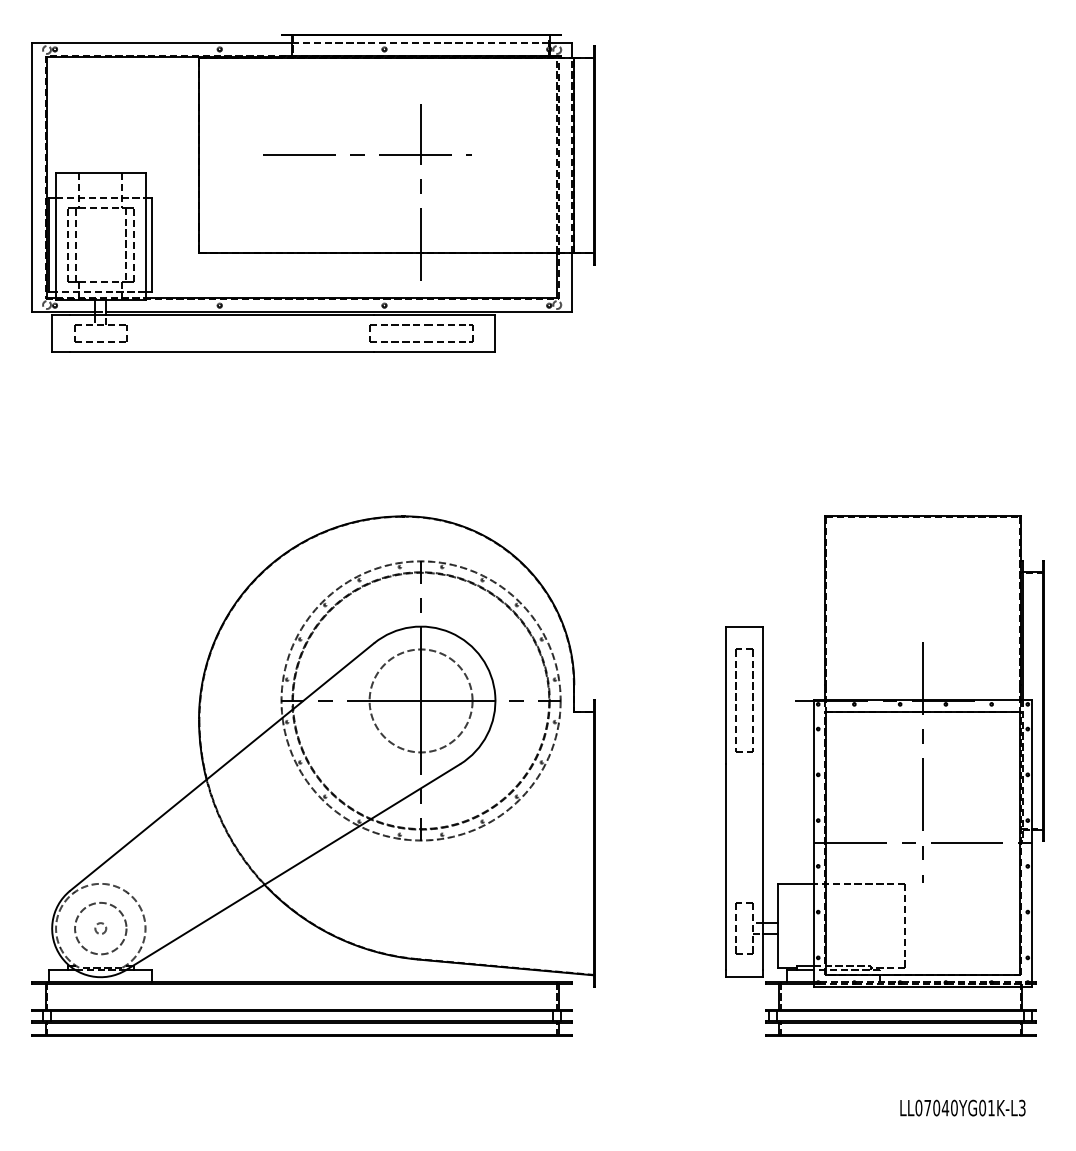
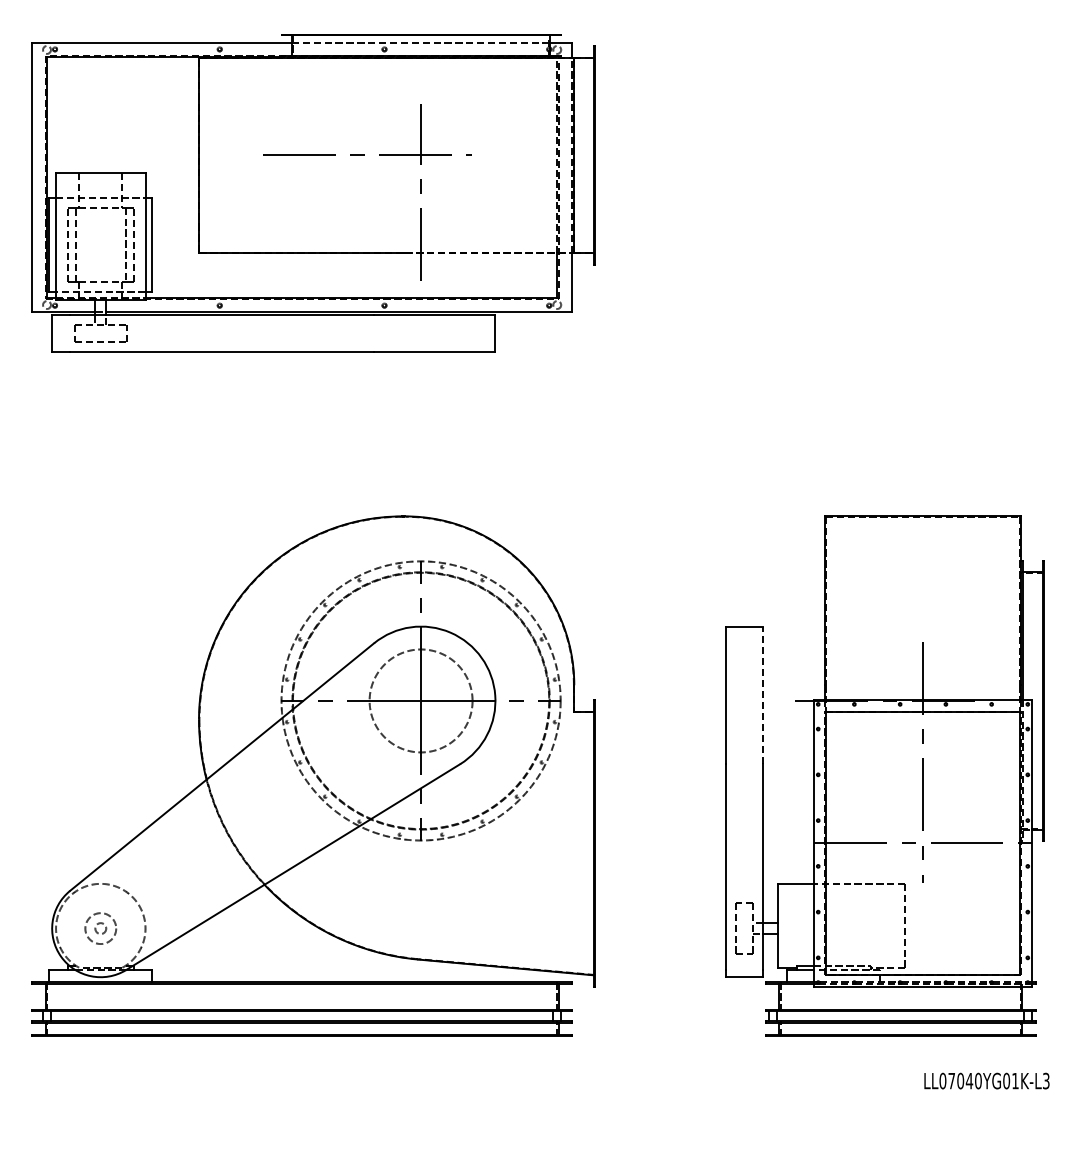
line at (490, 253): solid -> dashed
part at (419, 325): present -> none
line at (762, 695): solid -> dashed
part at (736, 700): present -> none
circle at (100, 928) diameter: 51 px -> 31 px
text at (962, 1107) position: (962, 1107) -> (986, 1080)
